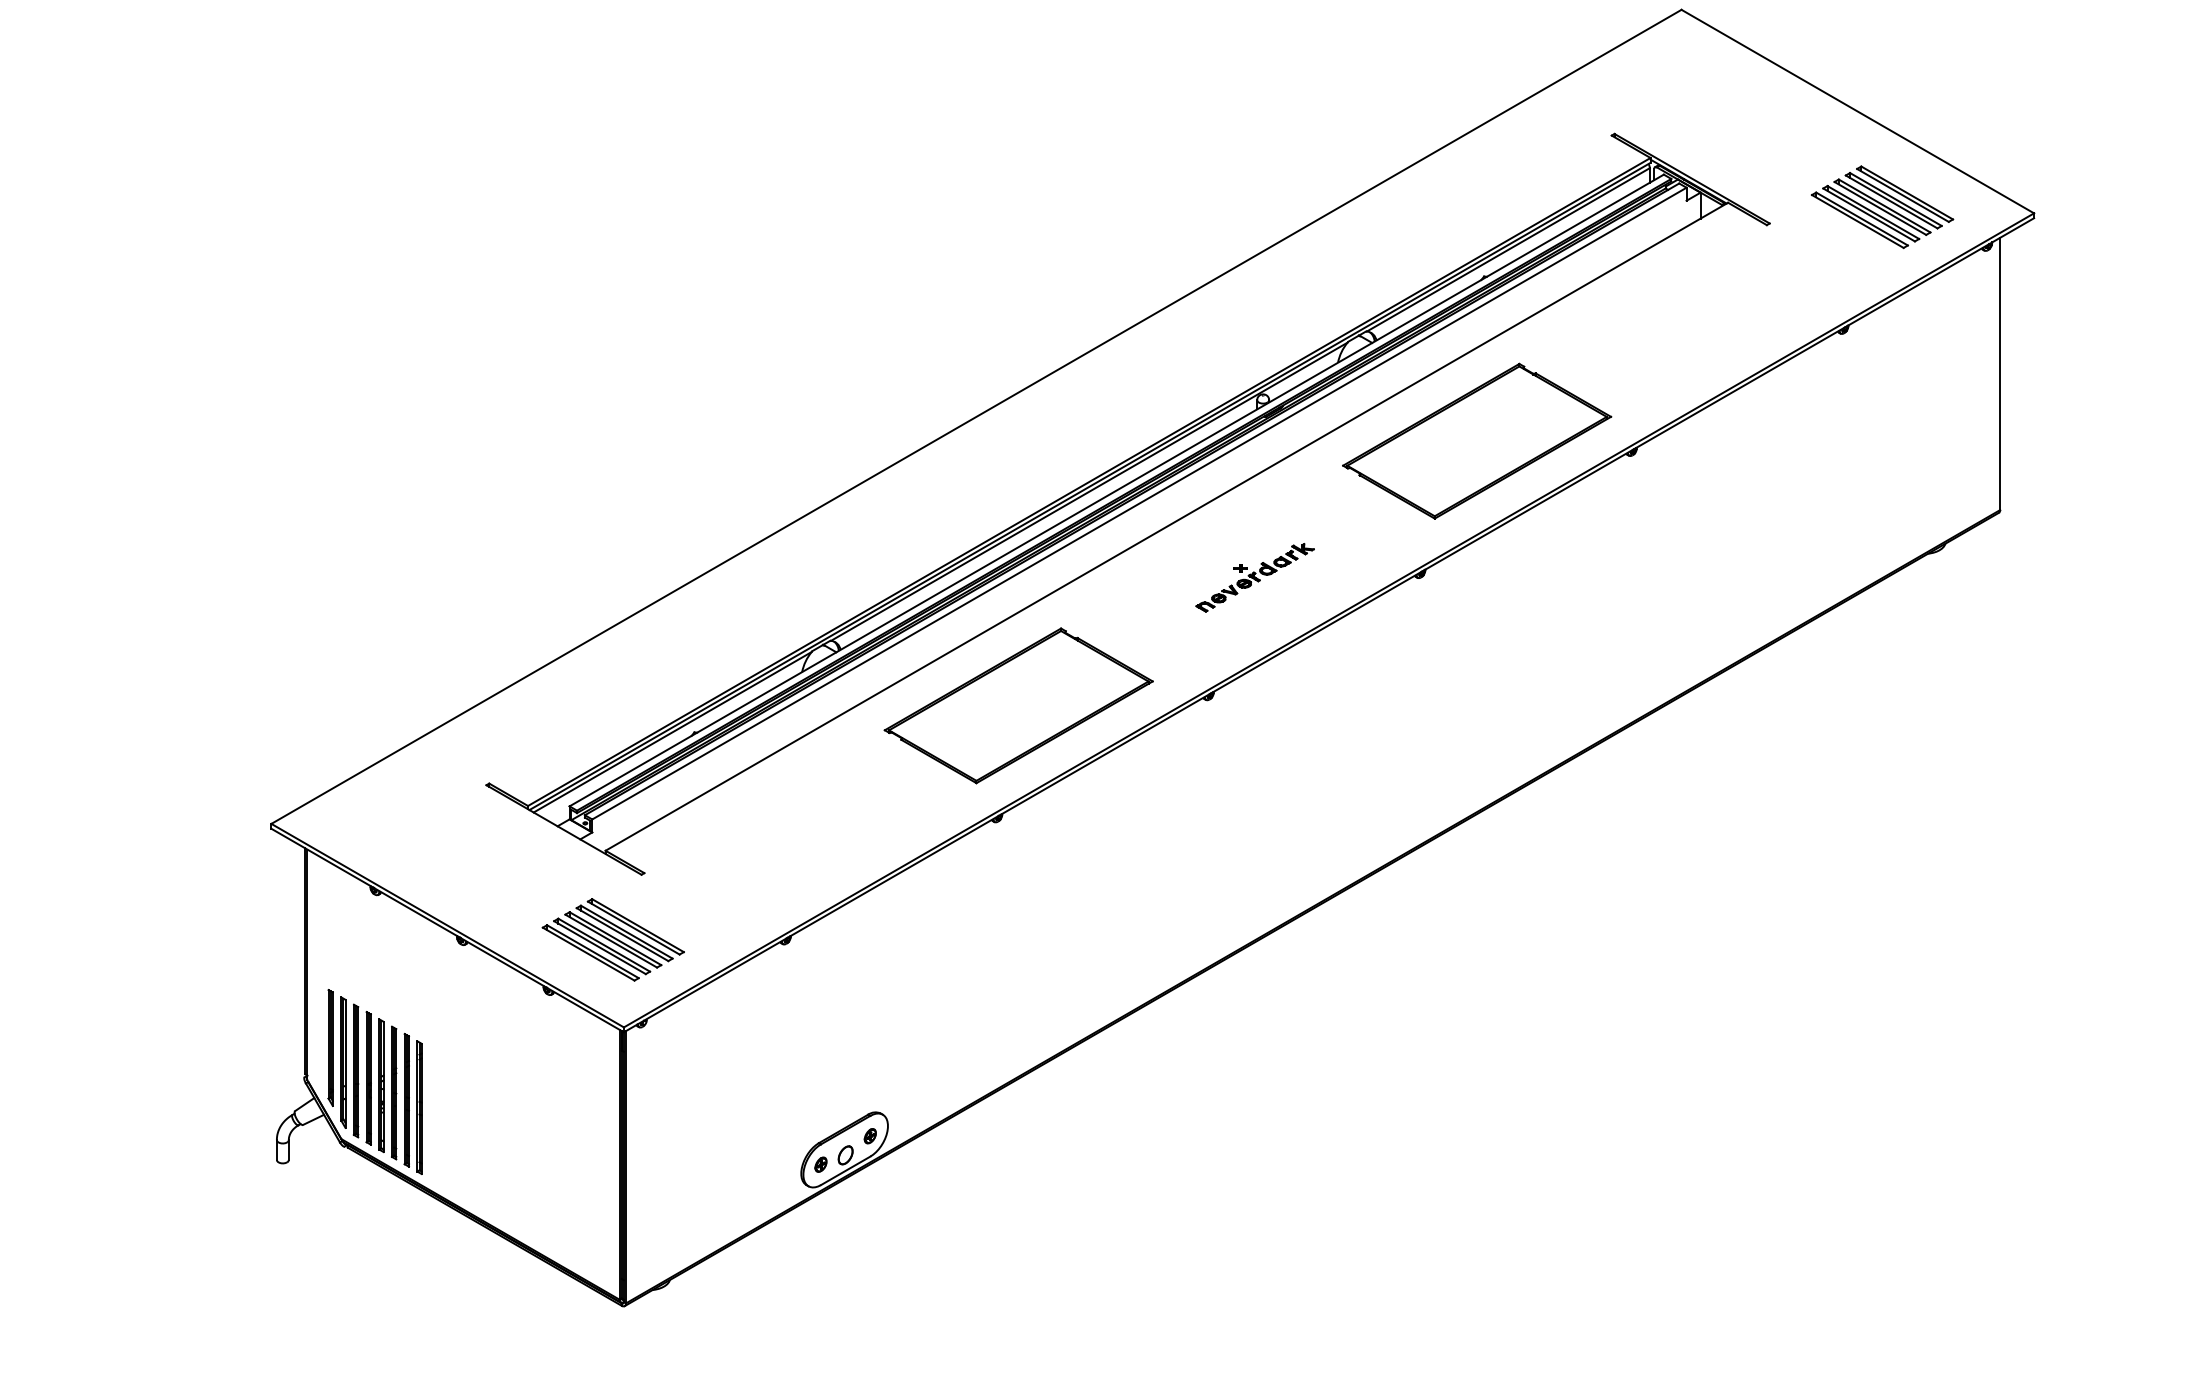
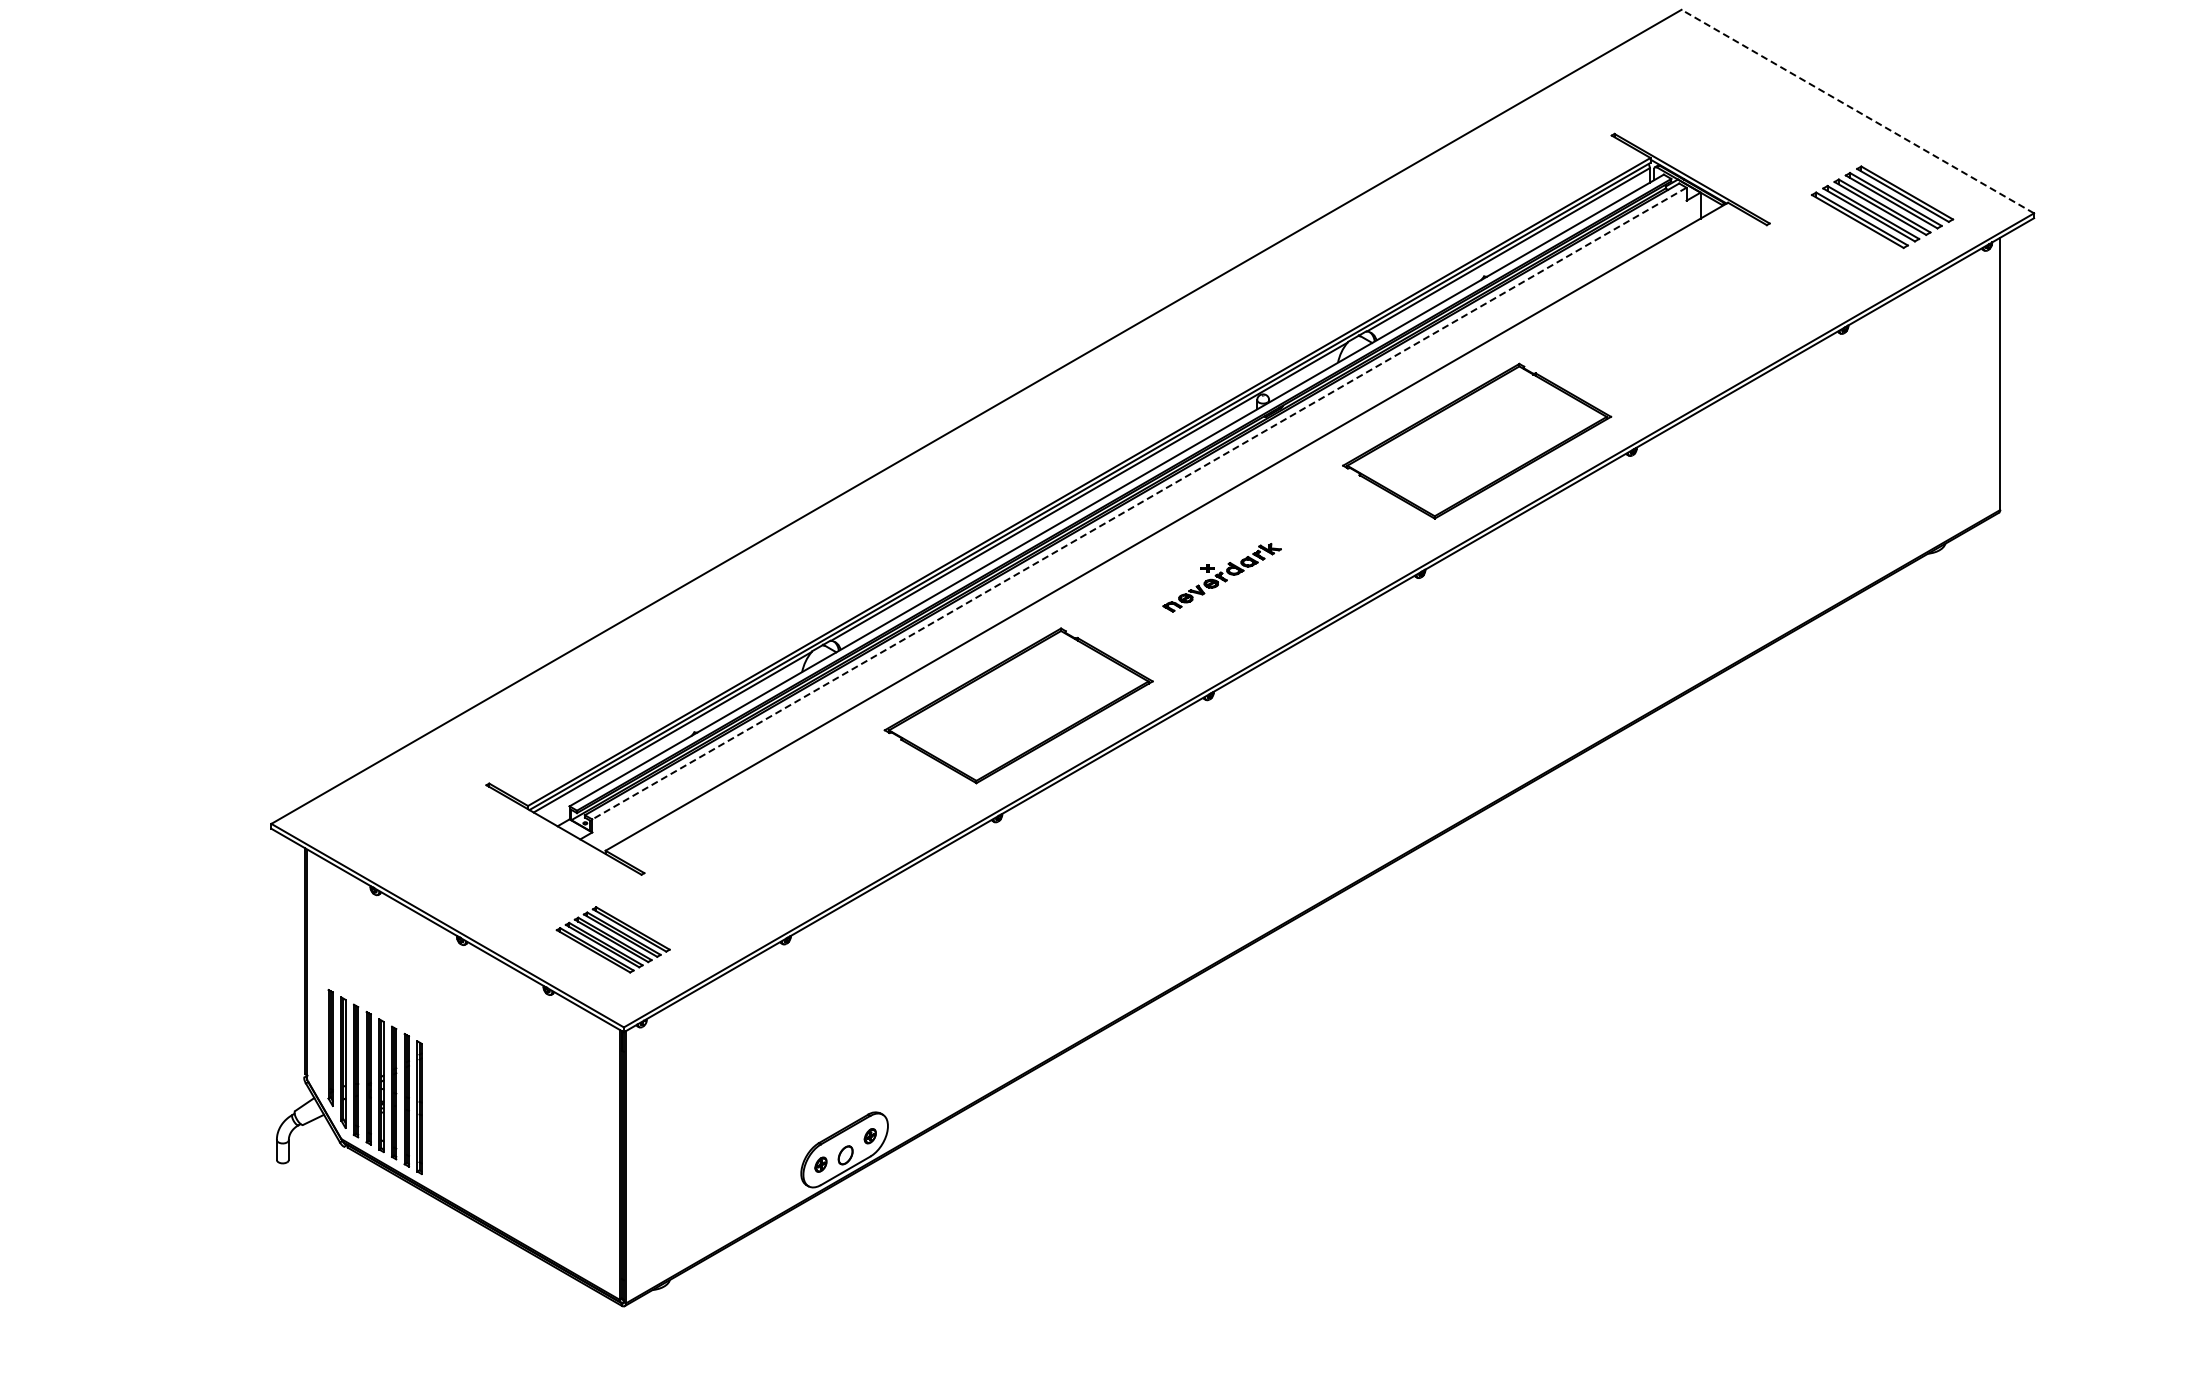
line at (1857, 111): solid -> dashed
line at (1139, 503): solid -> dashed
part at (1254, 577) position: (1254, 577) -> (1221, 577)
part at (612, 939) size: 144x84 px -> 116x68 px
